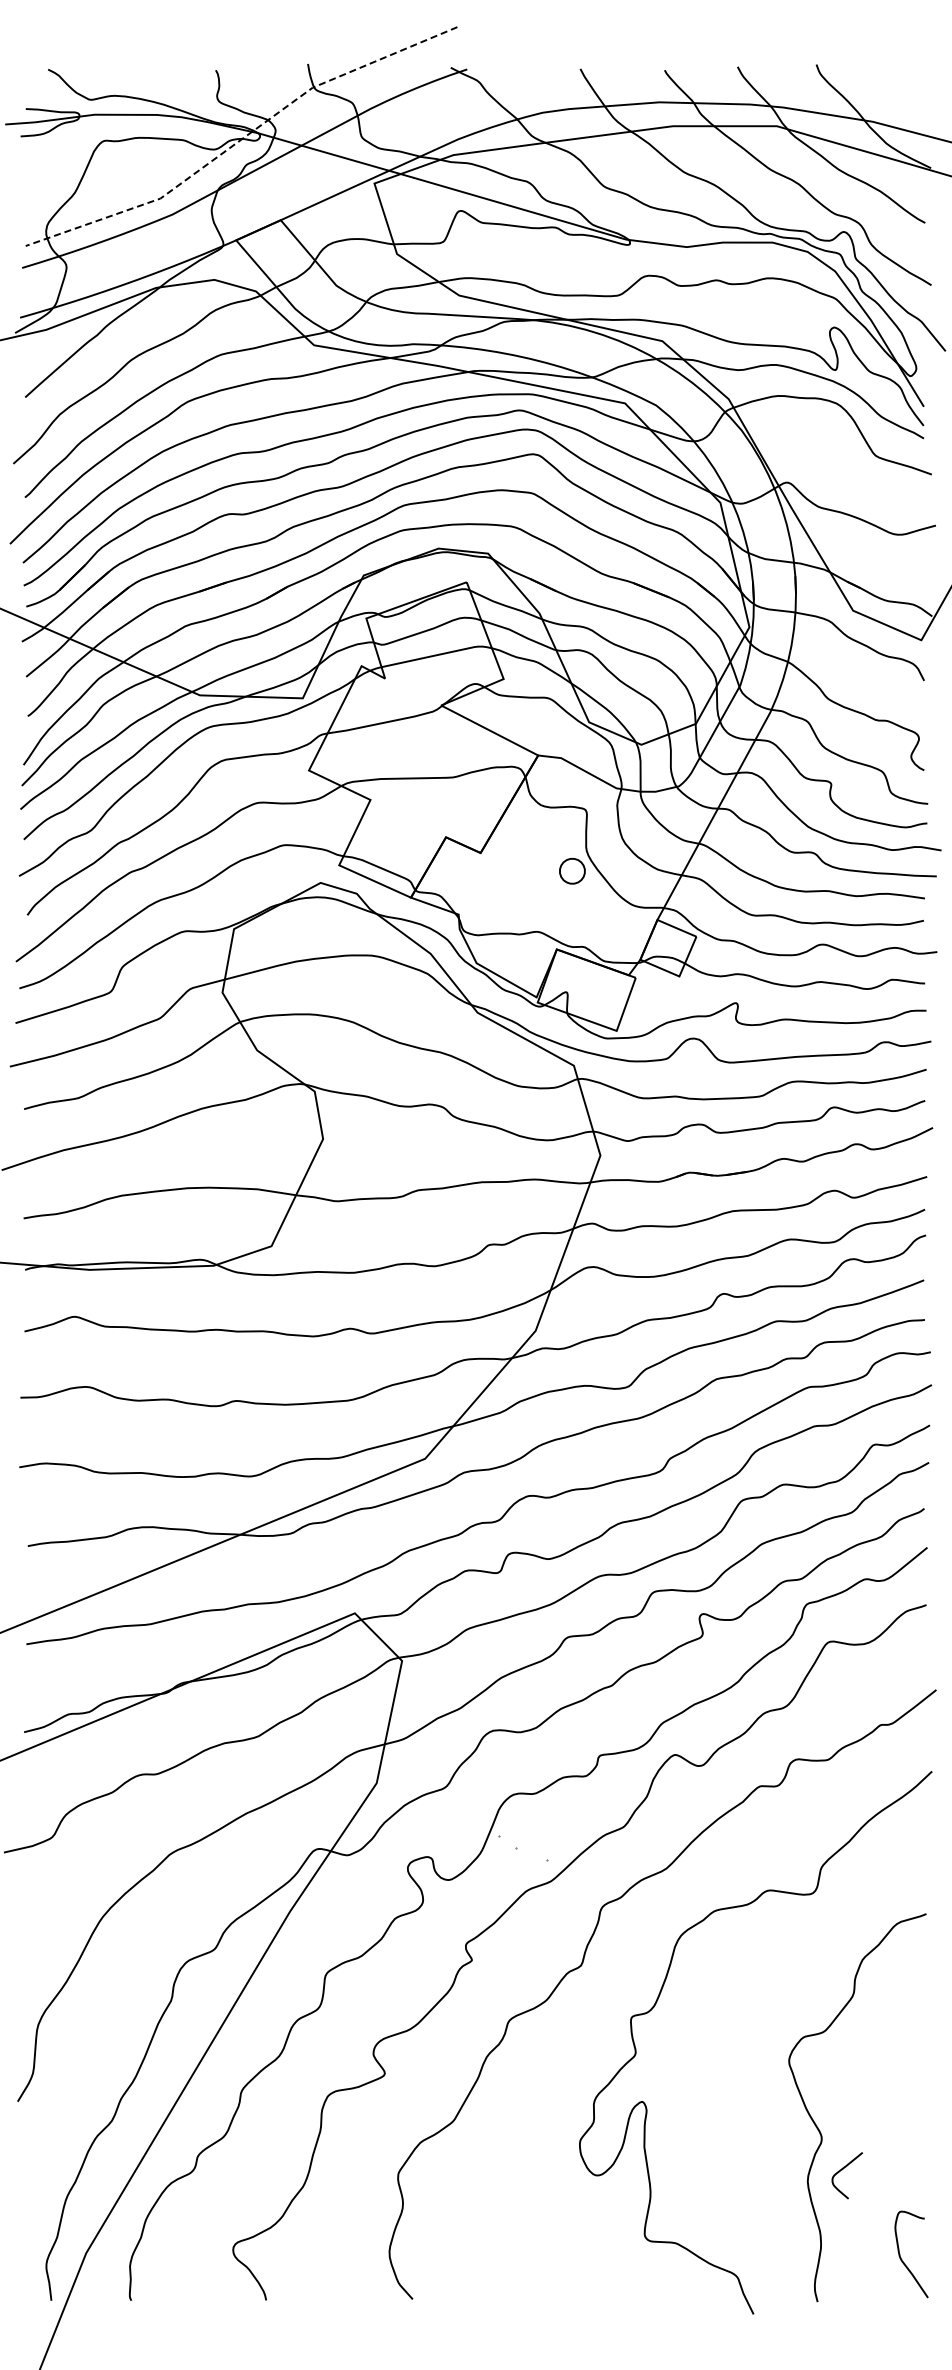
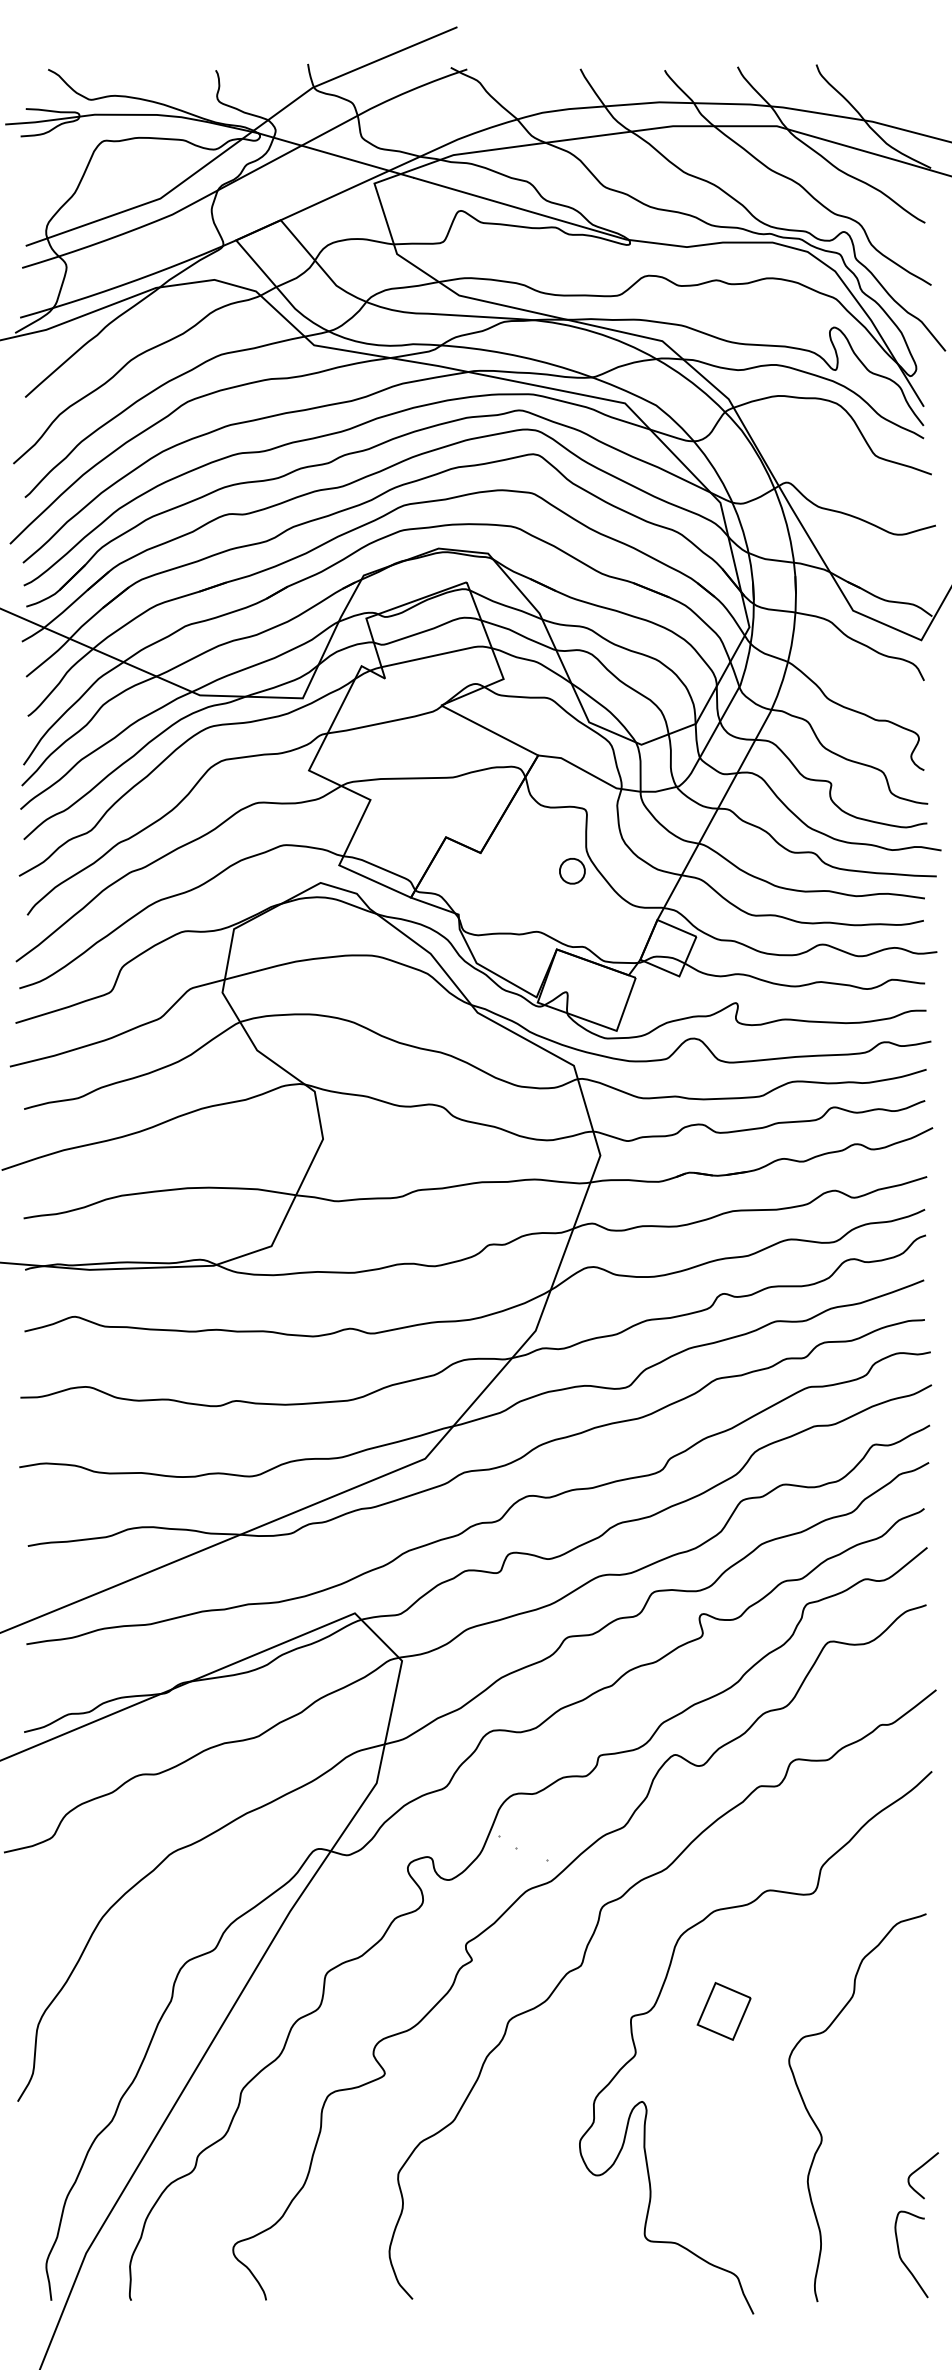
line at (242, 138): dashed -> solid
part at (723, 2011): none -> present
curve at (842, 2170) position: (842, 2170) -> (918, 2170)
